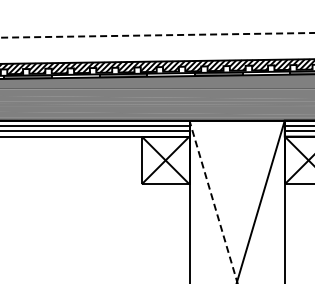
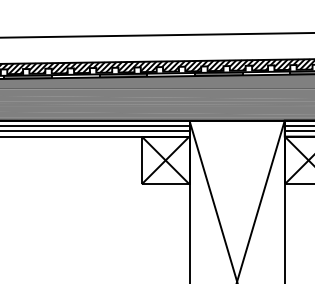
line at (157, 35): dashed -> solid
line at (213, 202): dashed -> solid
